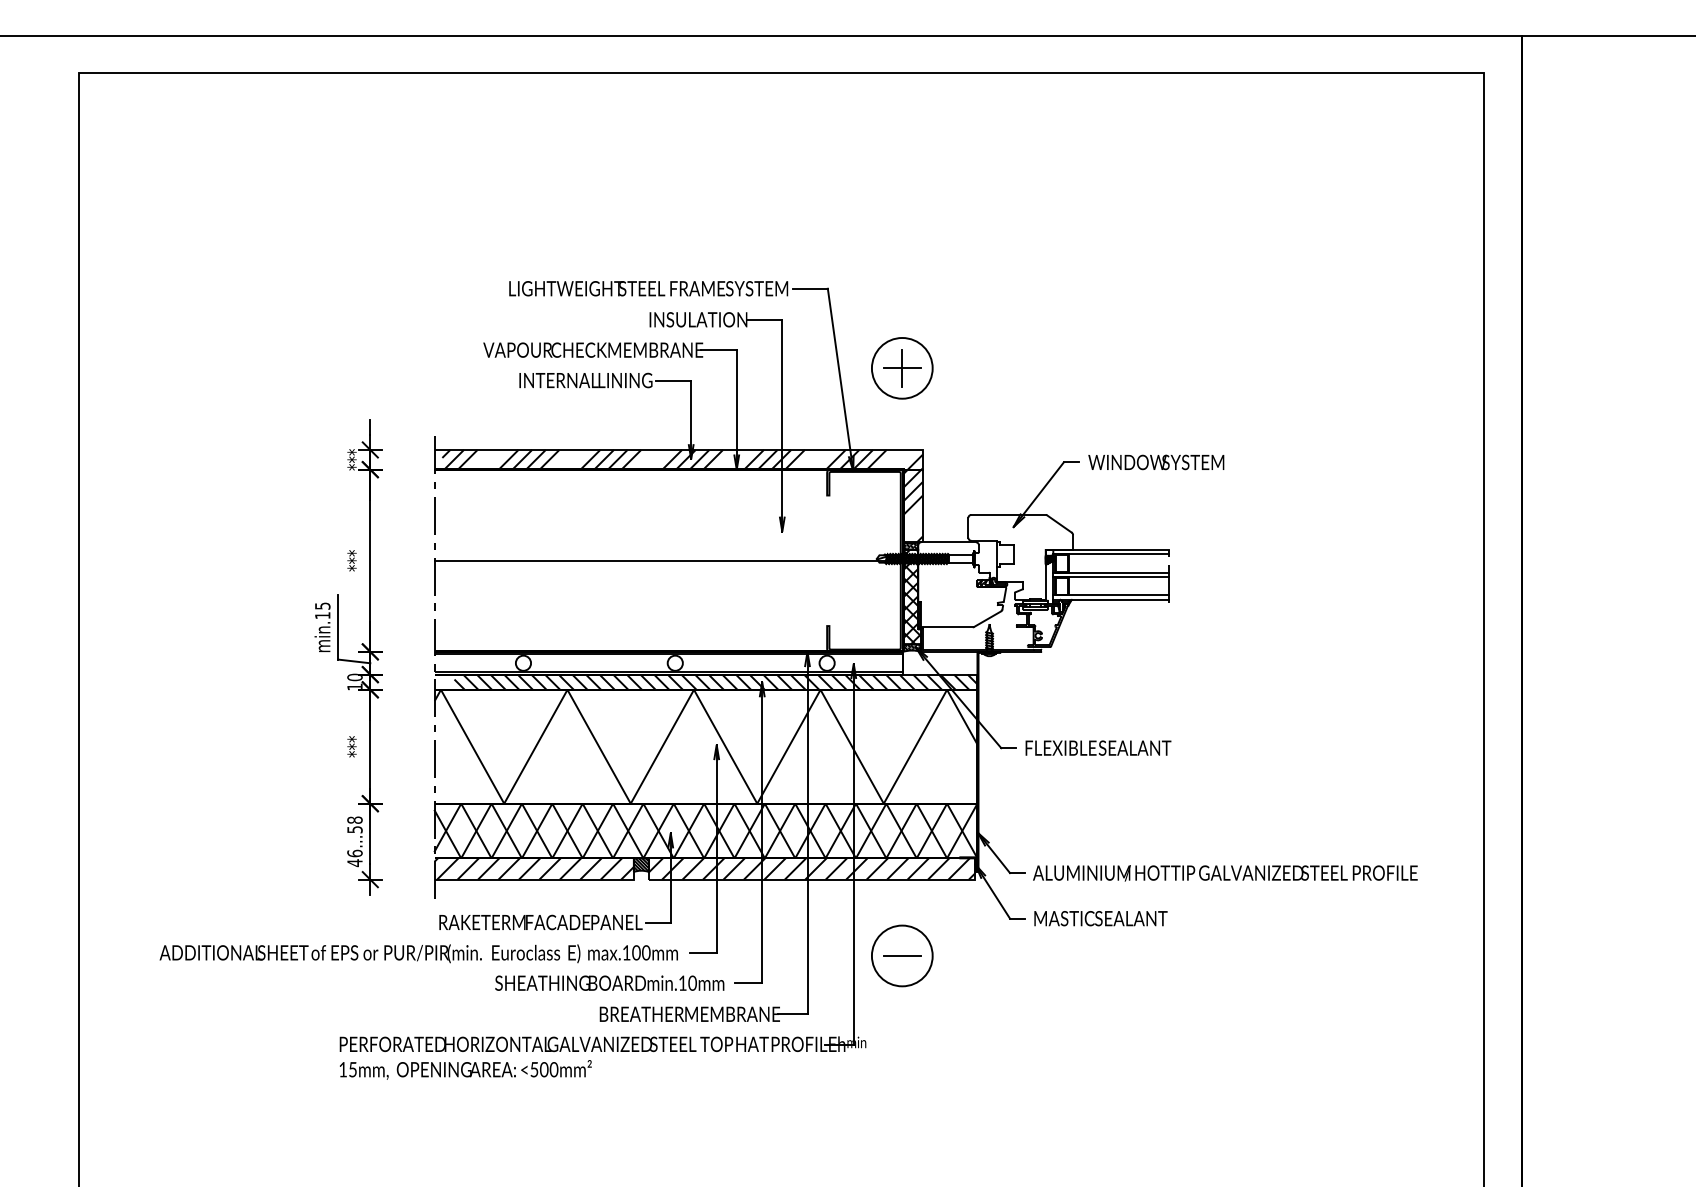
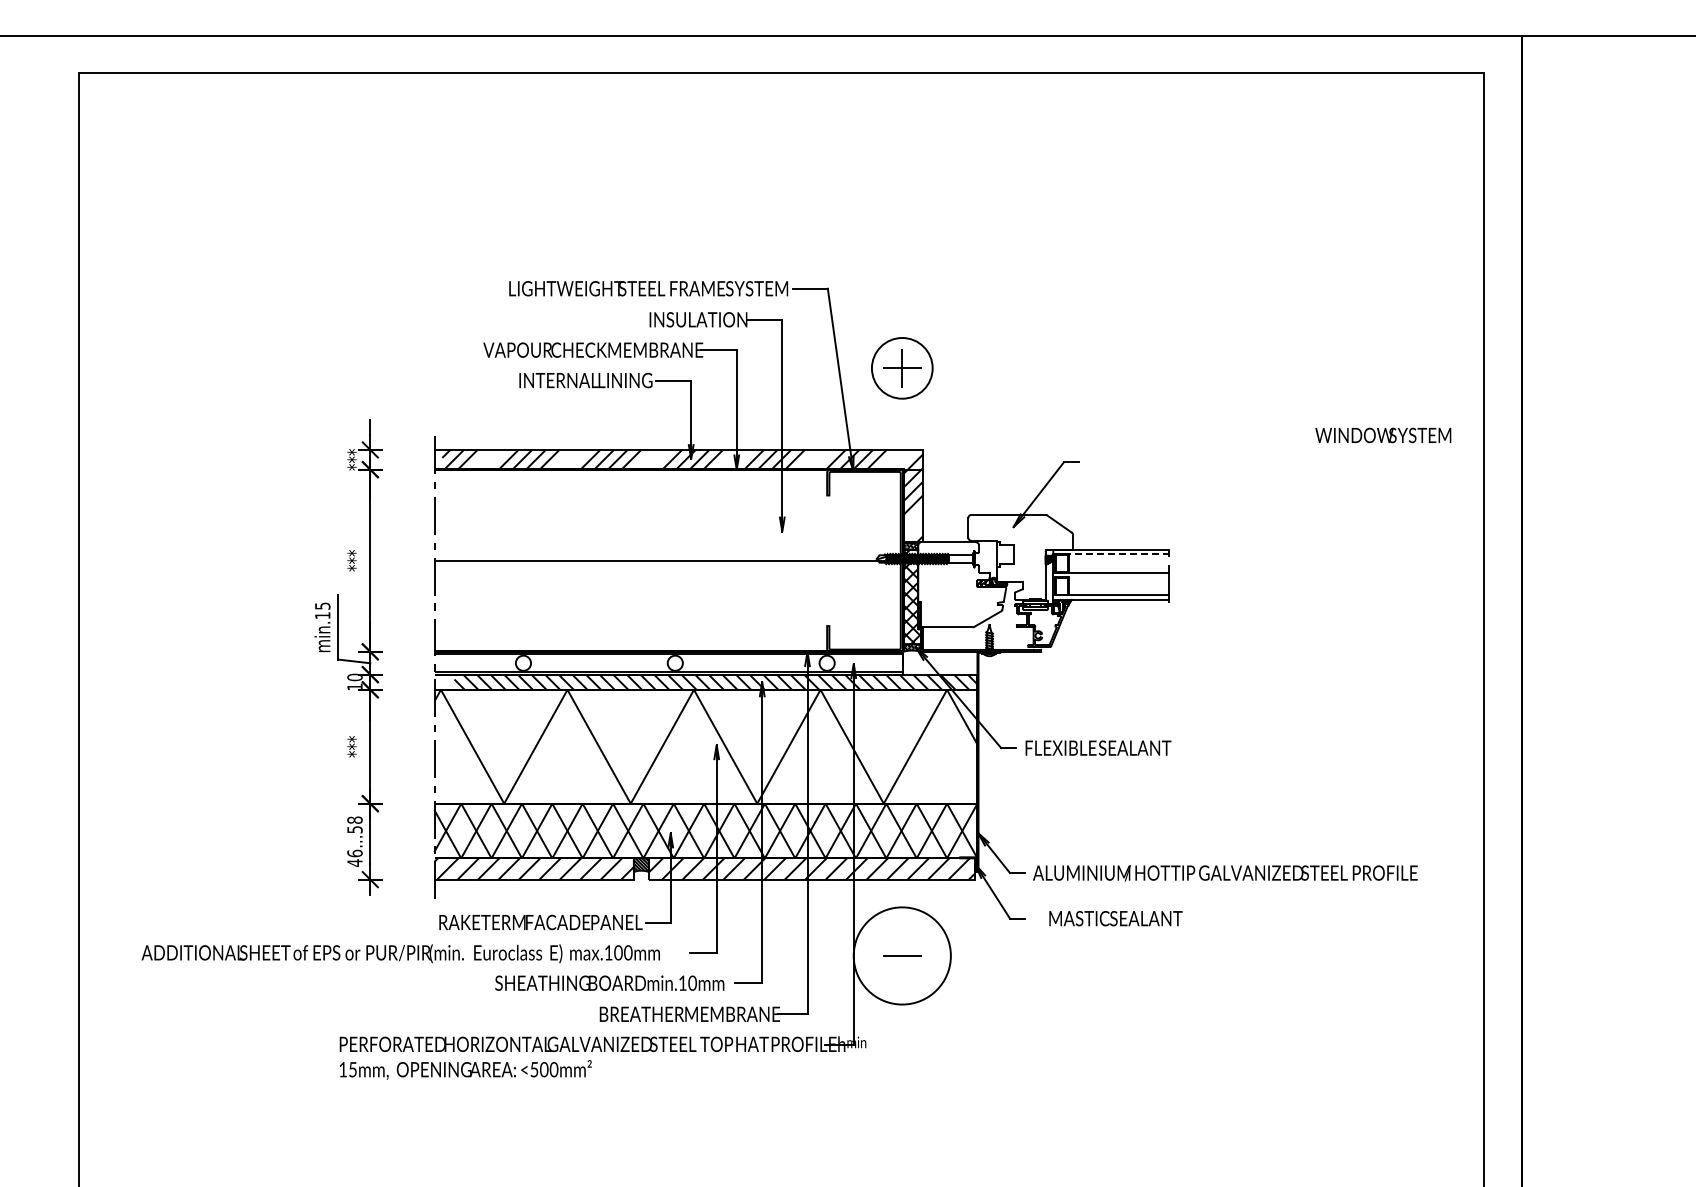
text at (1156, 462) position: (1156, 462) -> (1383, 435)
line at (1111, 554): solid -> dashed
line at (1111, 577): present -> none
text at (1100, 918) position: (1100, 918) -> (1115, 918)
text at (418, 953) position: (418, 953) -> (400, 953)
circle at (901, 955) diameter: 61 px -> 97 px
